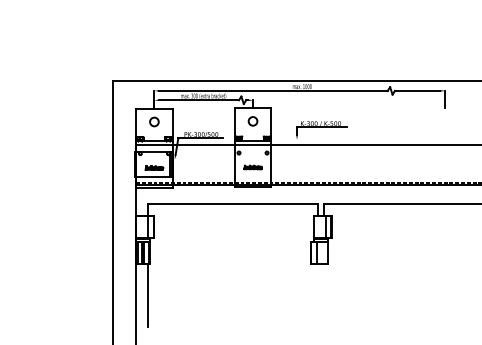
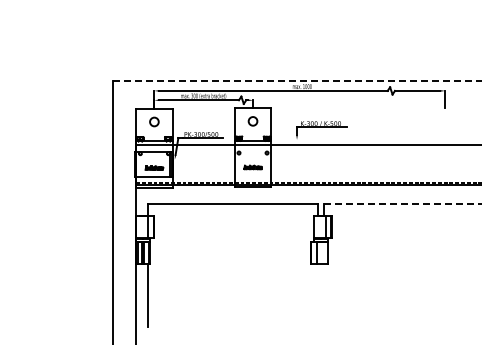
line at (297, 81): solid -> dashed
line at (403, 204): solid -> dashed
